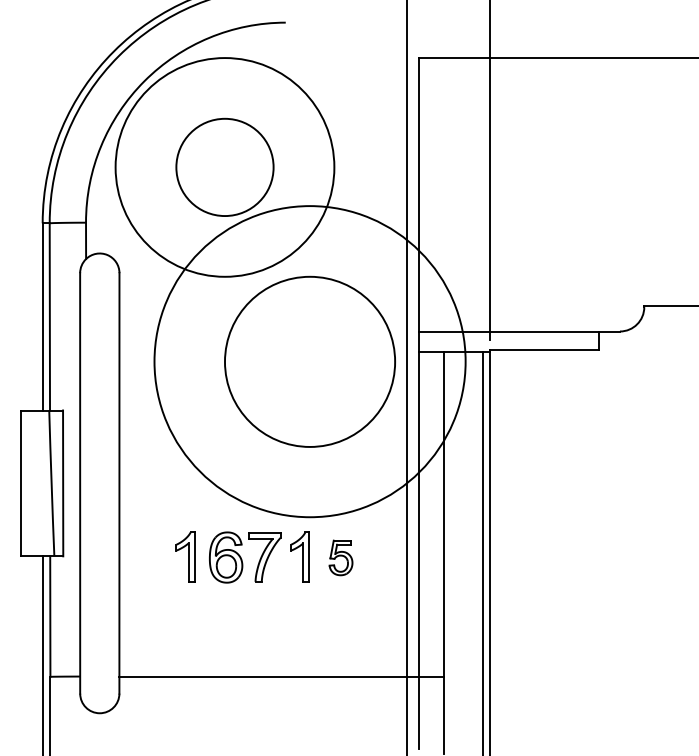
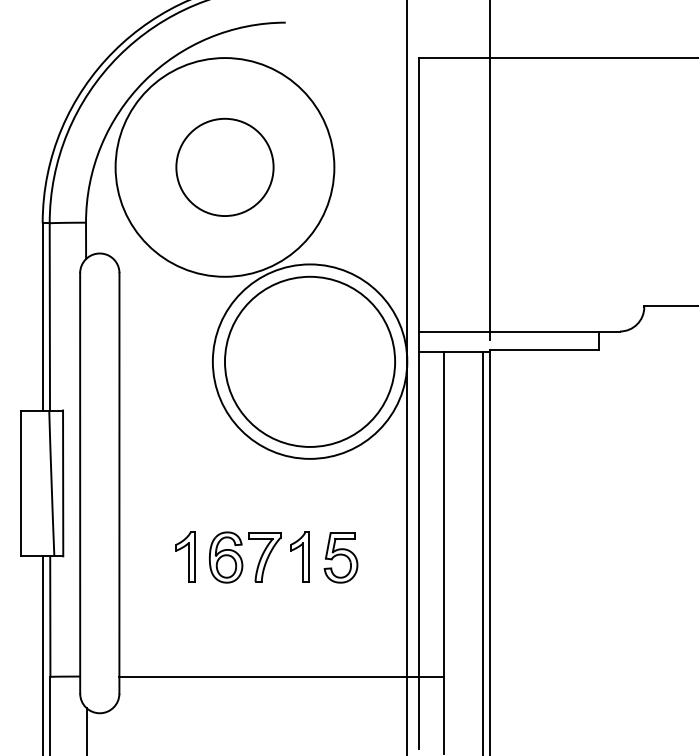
circle at (309, 361) diameter: 311 px -> 194 px
part at (340, 557) size: 26x38 px -> 36x52 px
line at (86, 730): none -> present
